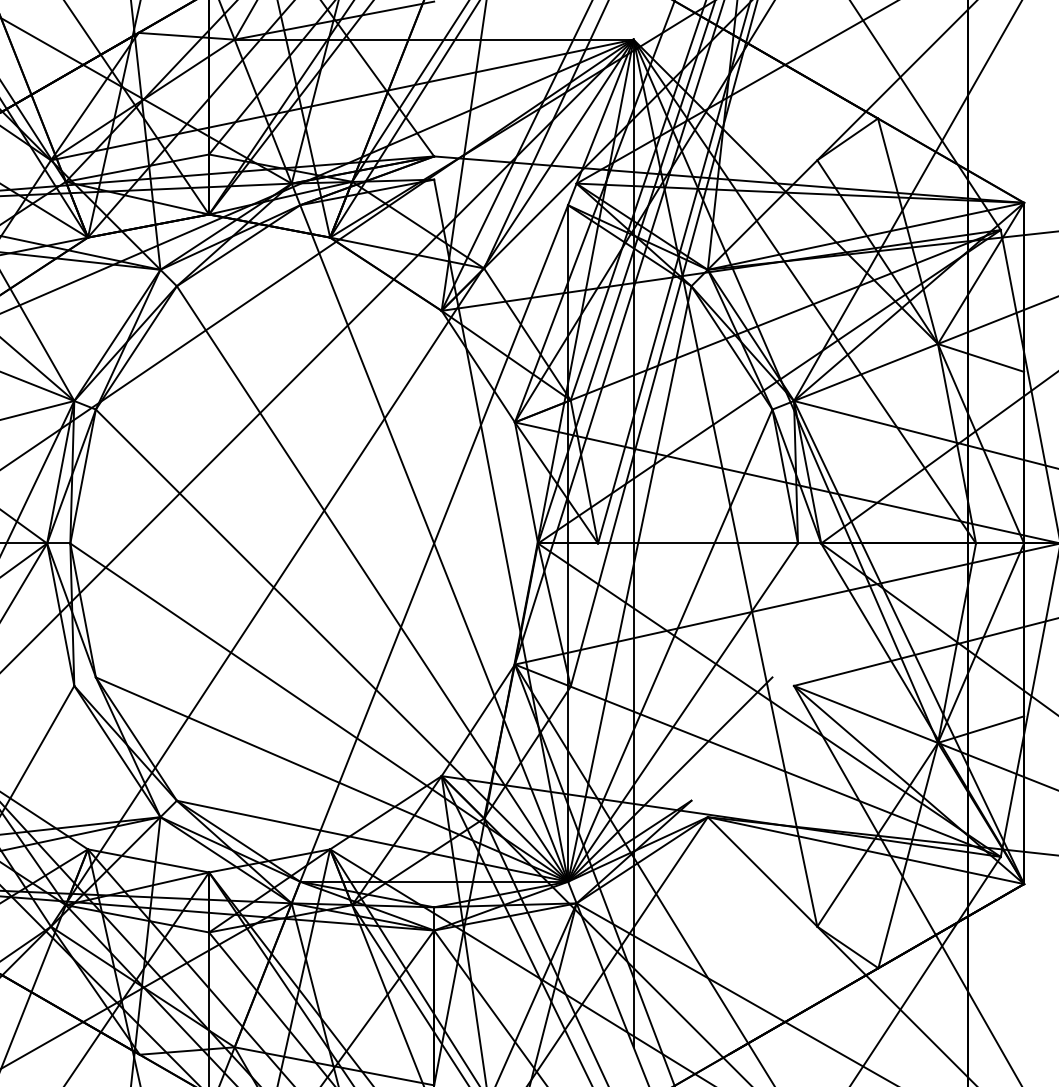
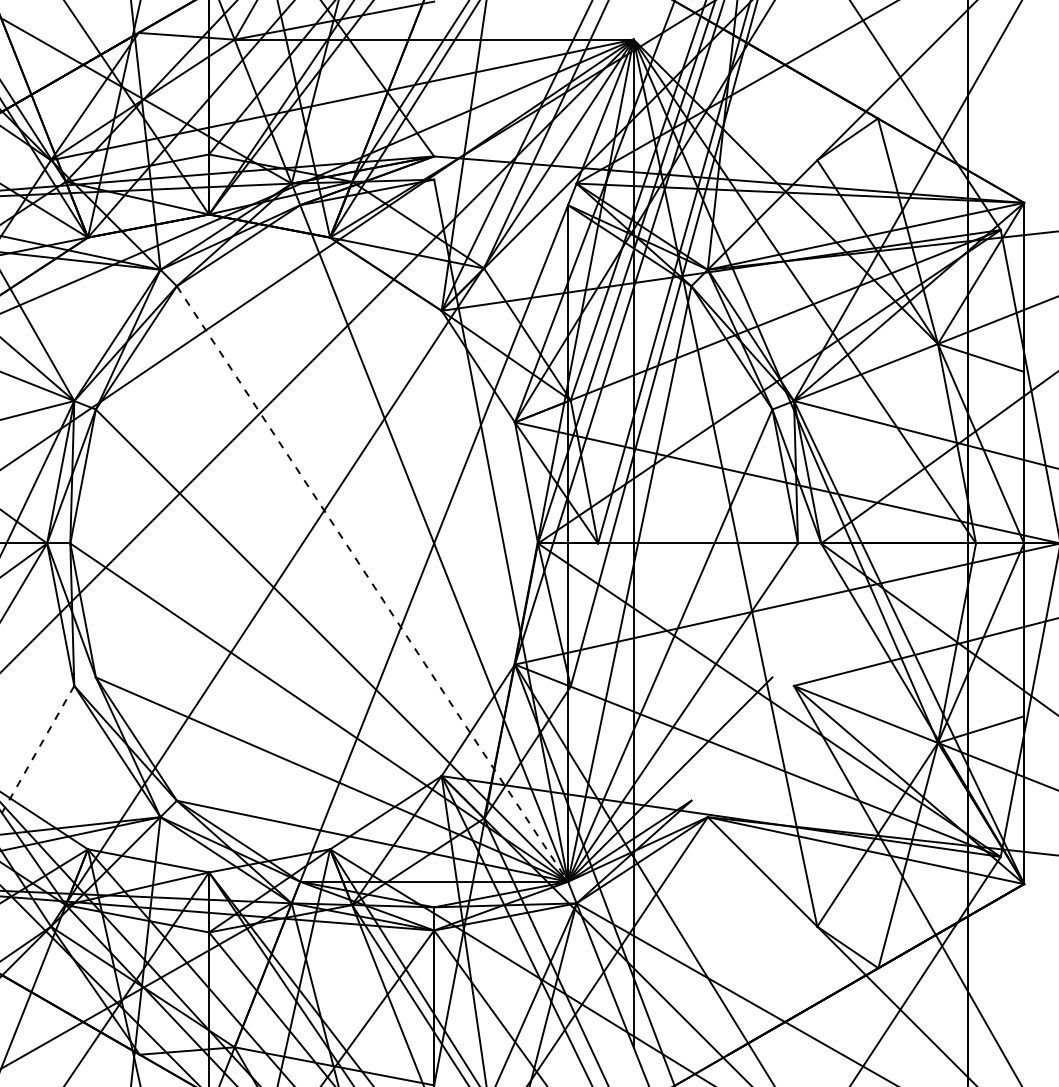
line at (372, 584): solid -> dashed
line at (37, 751): solid -> dashed
